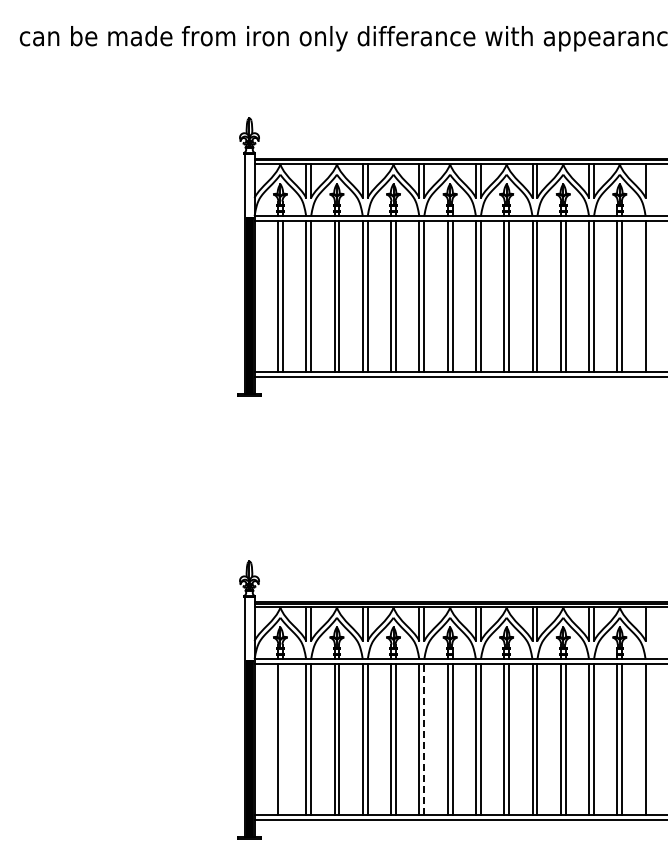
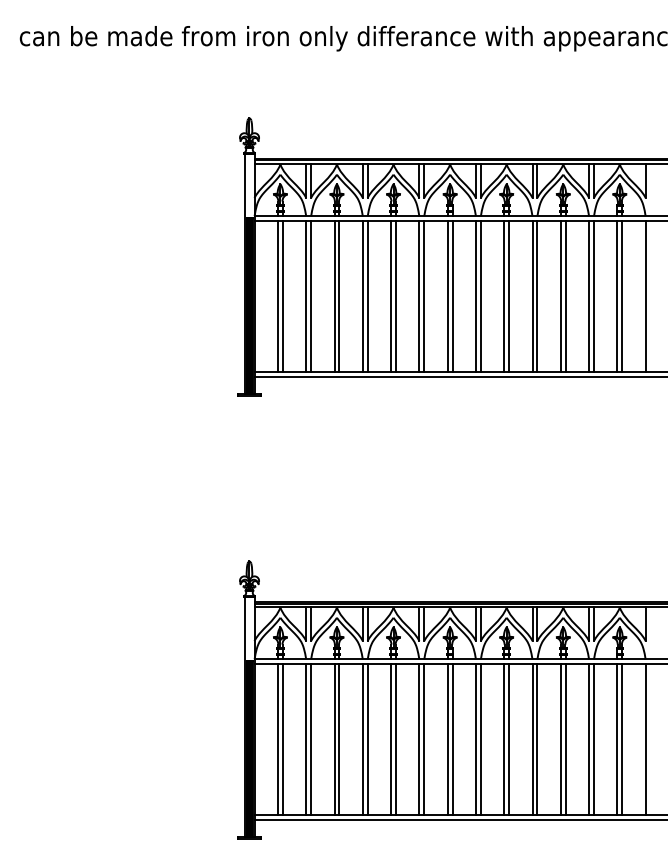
line at (282, 739): none -> present
line at (424, 739): dashed -> solid
